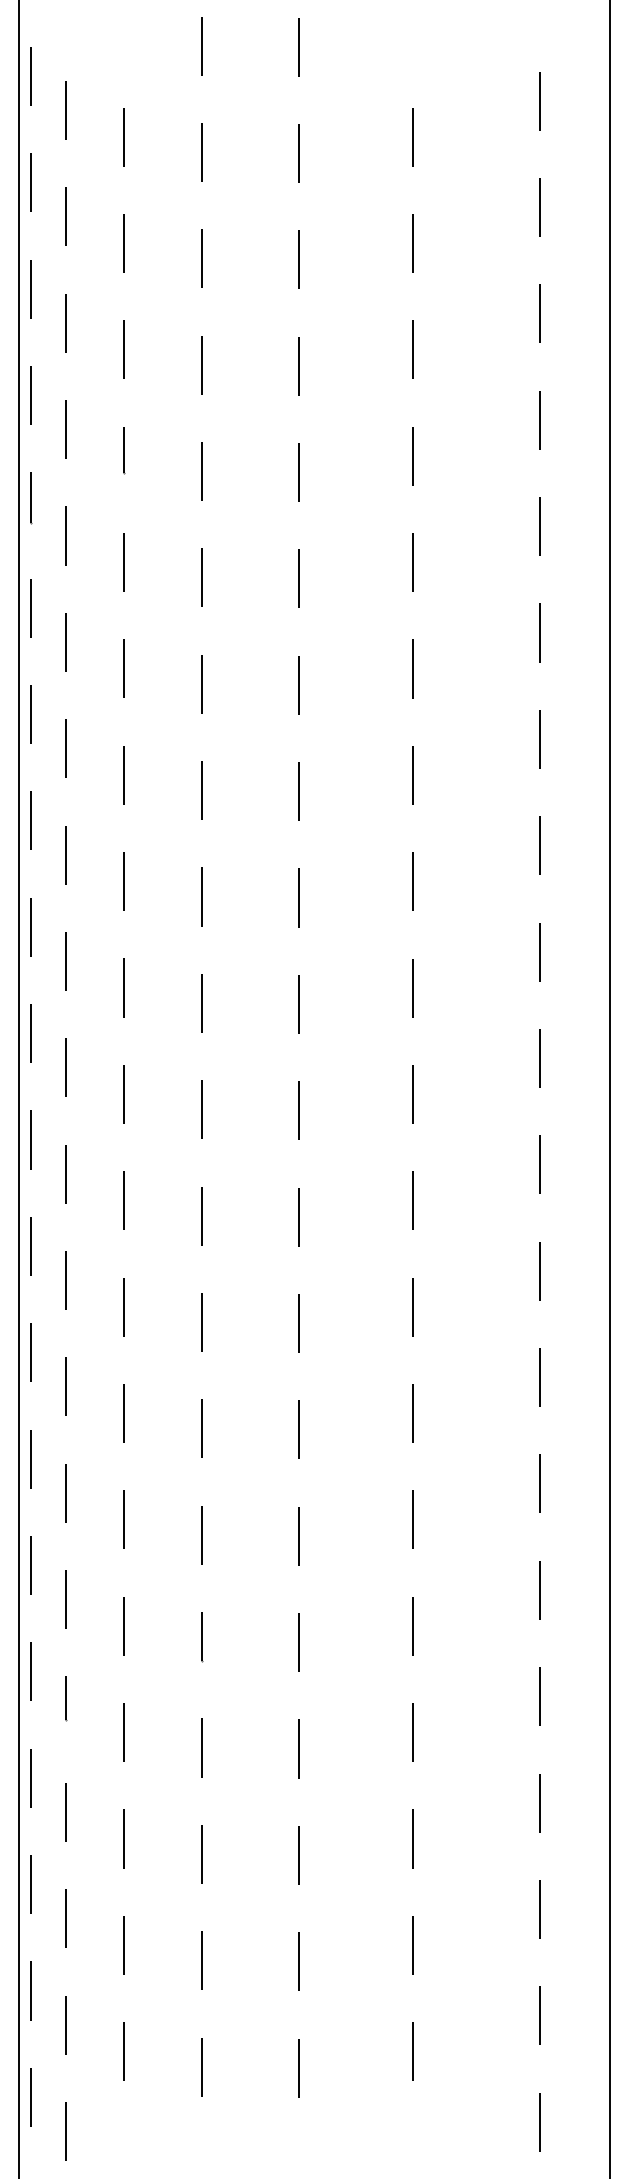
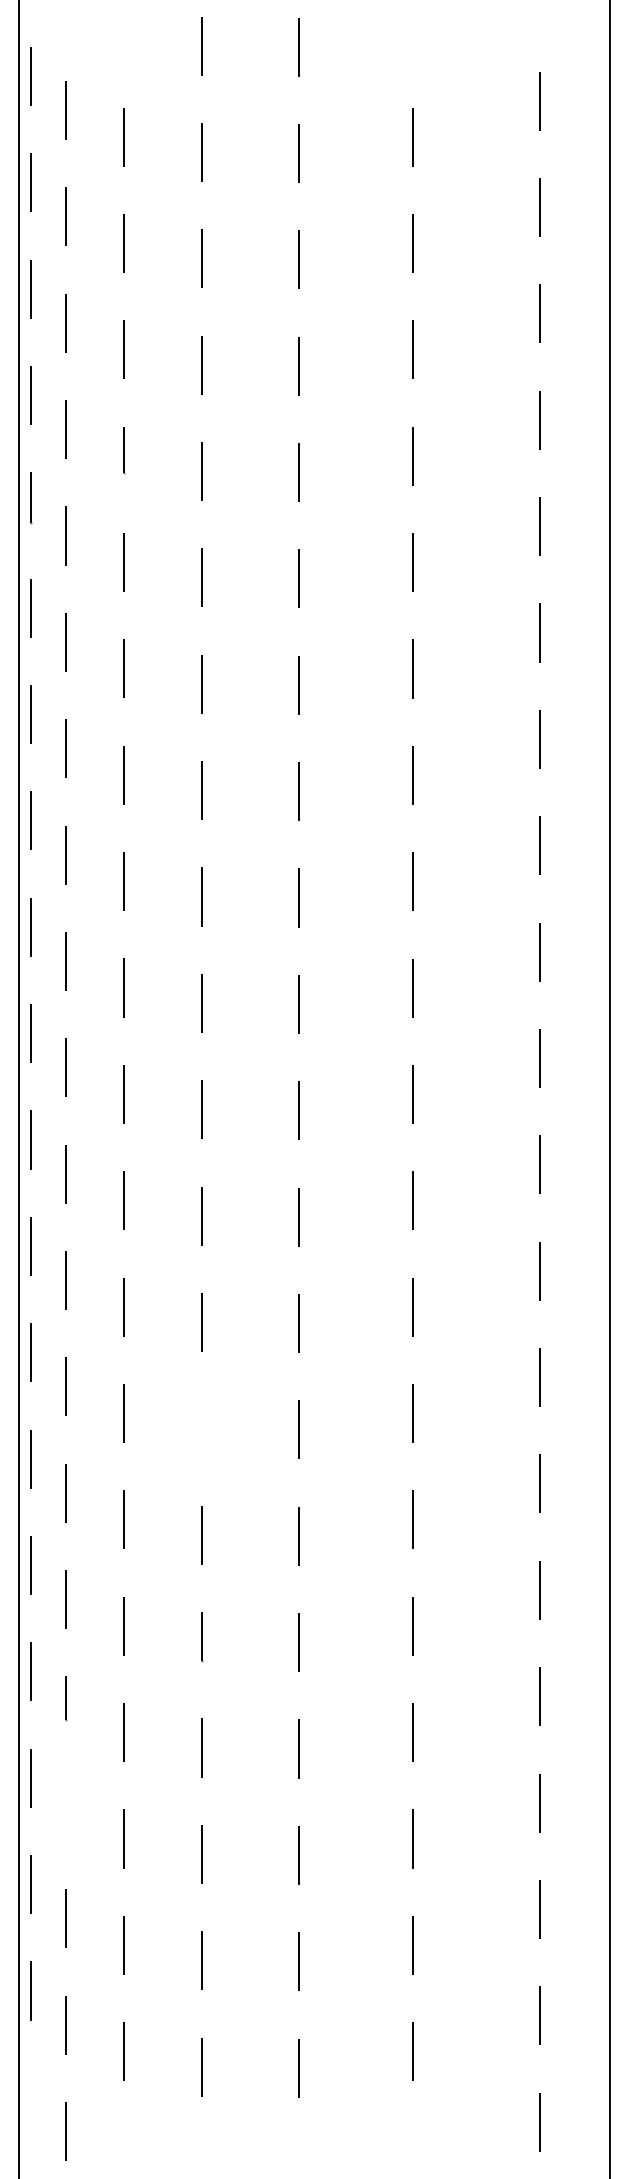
line at (202, 1428): present -> none
line at (66, 1811): present -> none
line at (30, 2096): present -> none
